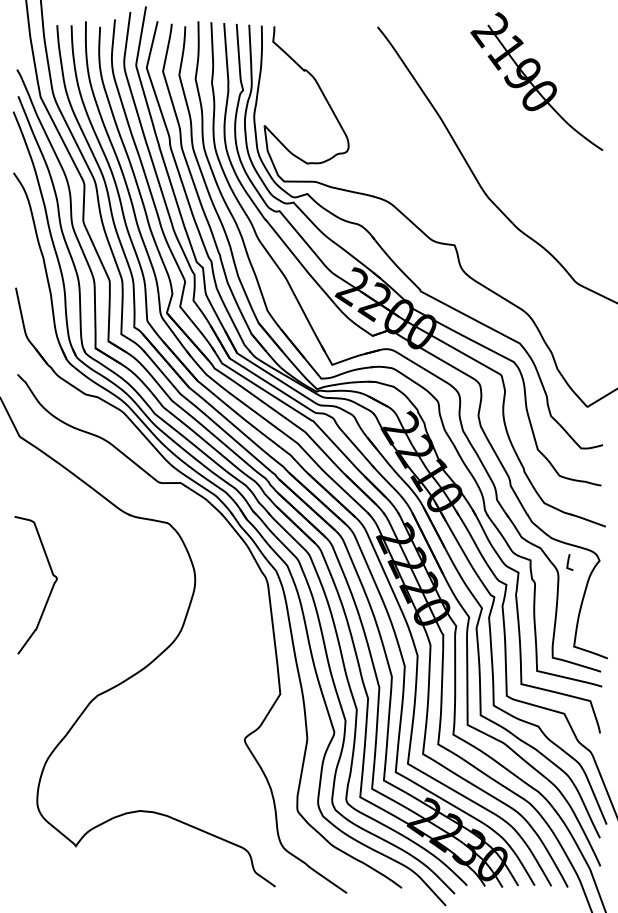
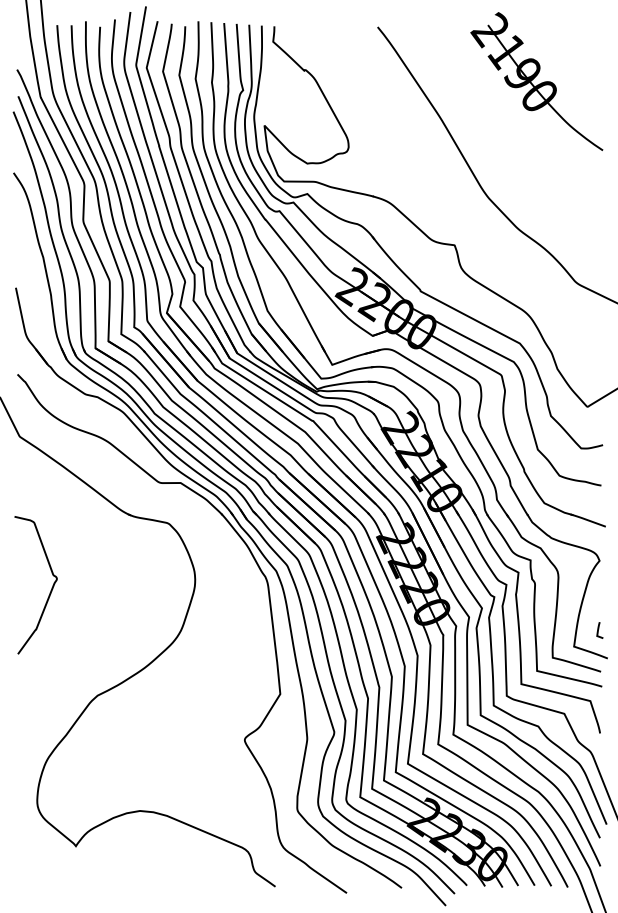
curve at (569, 561) position: (569, 561) -> (599, 629)
